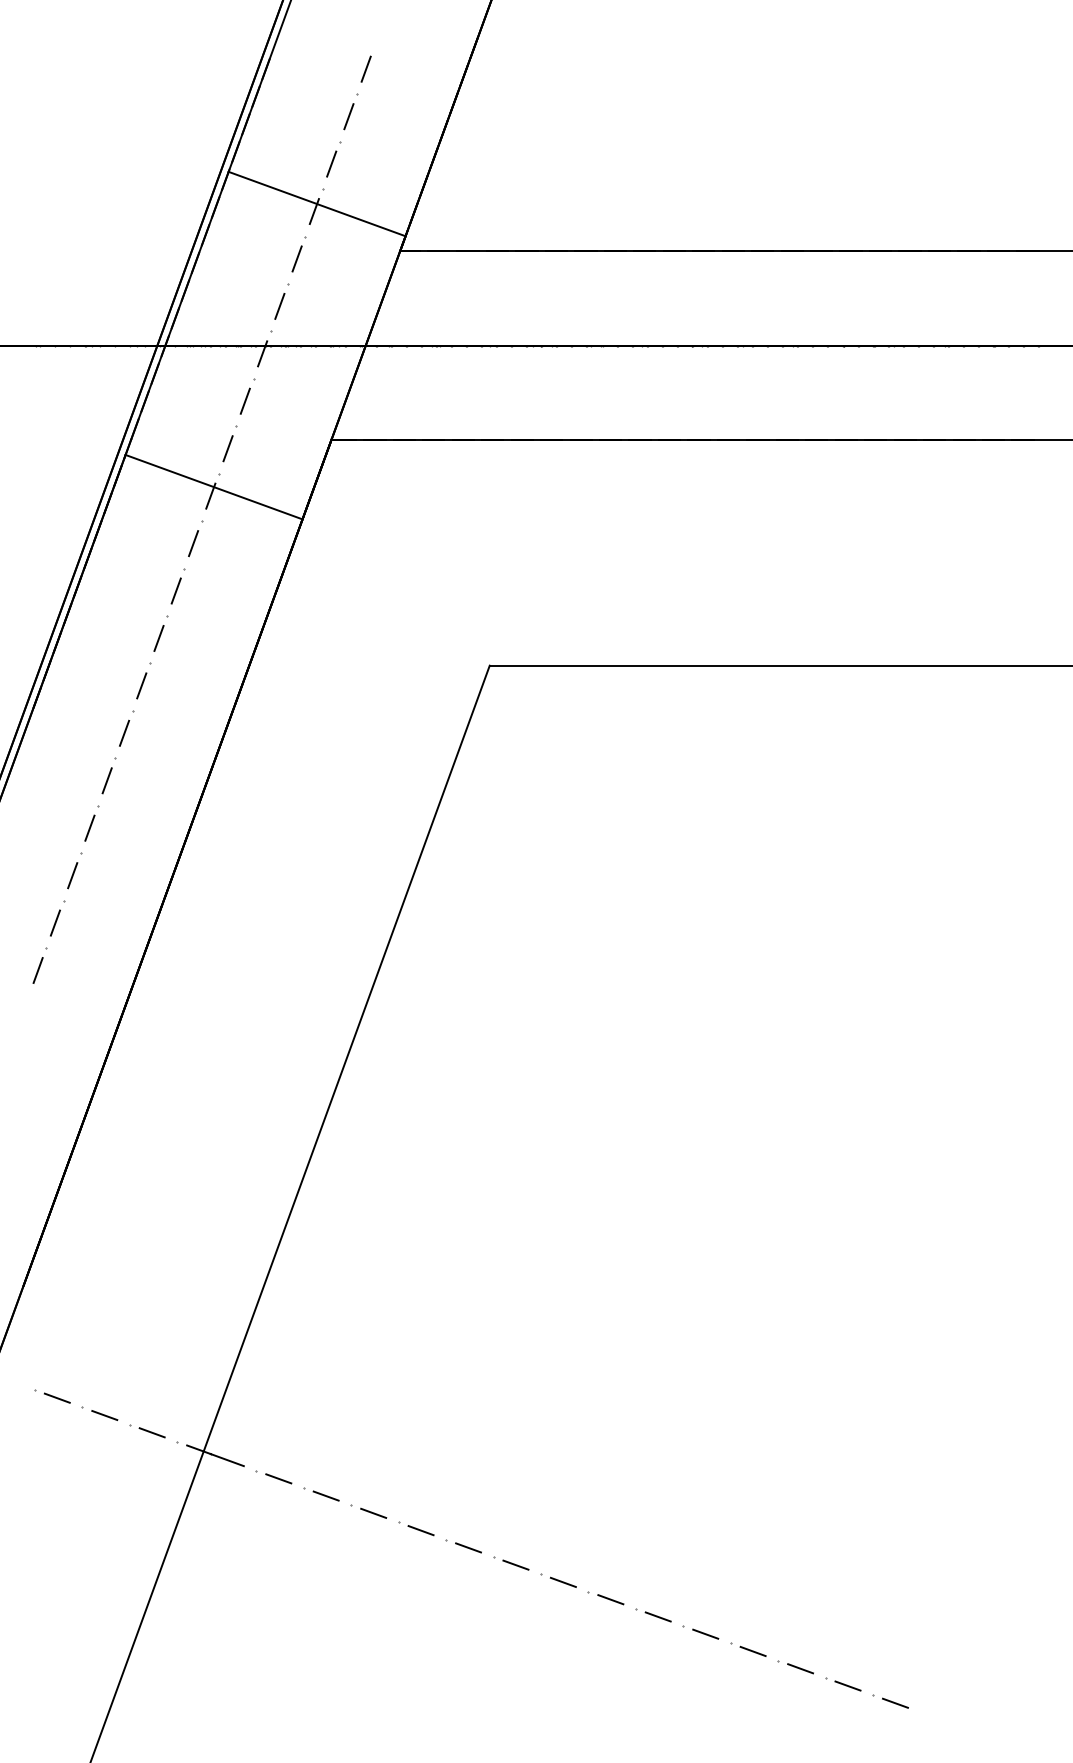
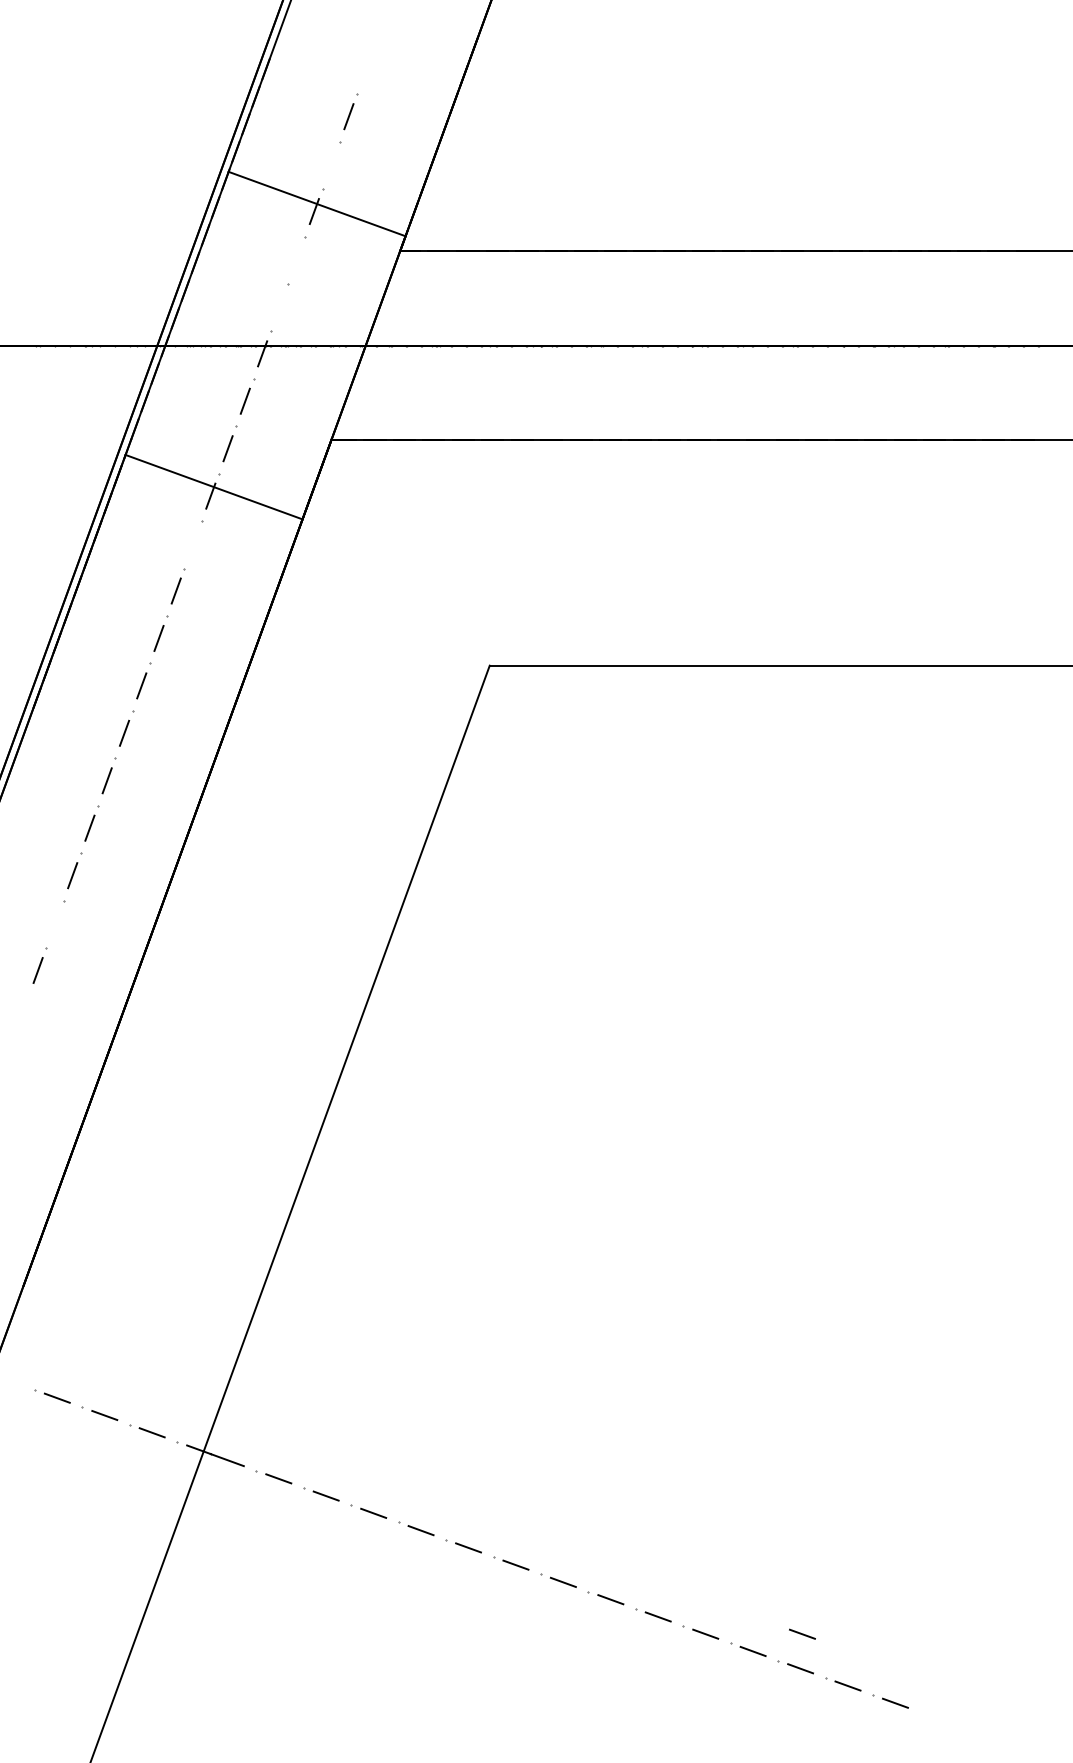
line at (365, 68): present -> none
line at (331, 163): present -> none
line at (296, 258): present -> none
line at (279, 306): present -> none
line at (193, 543): present -> none
line at (55, 922): present -> none
line at (802, 1633): none -> present
